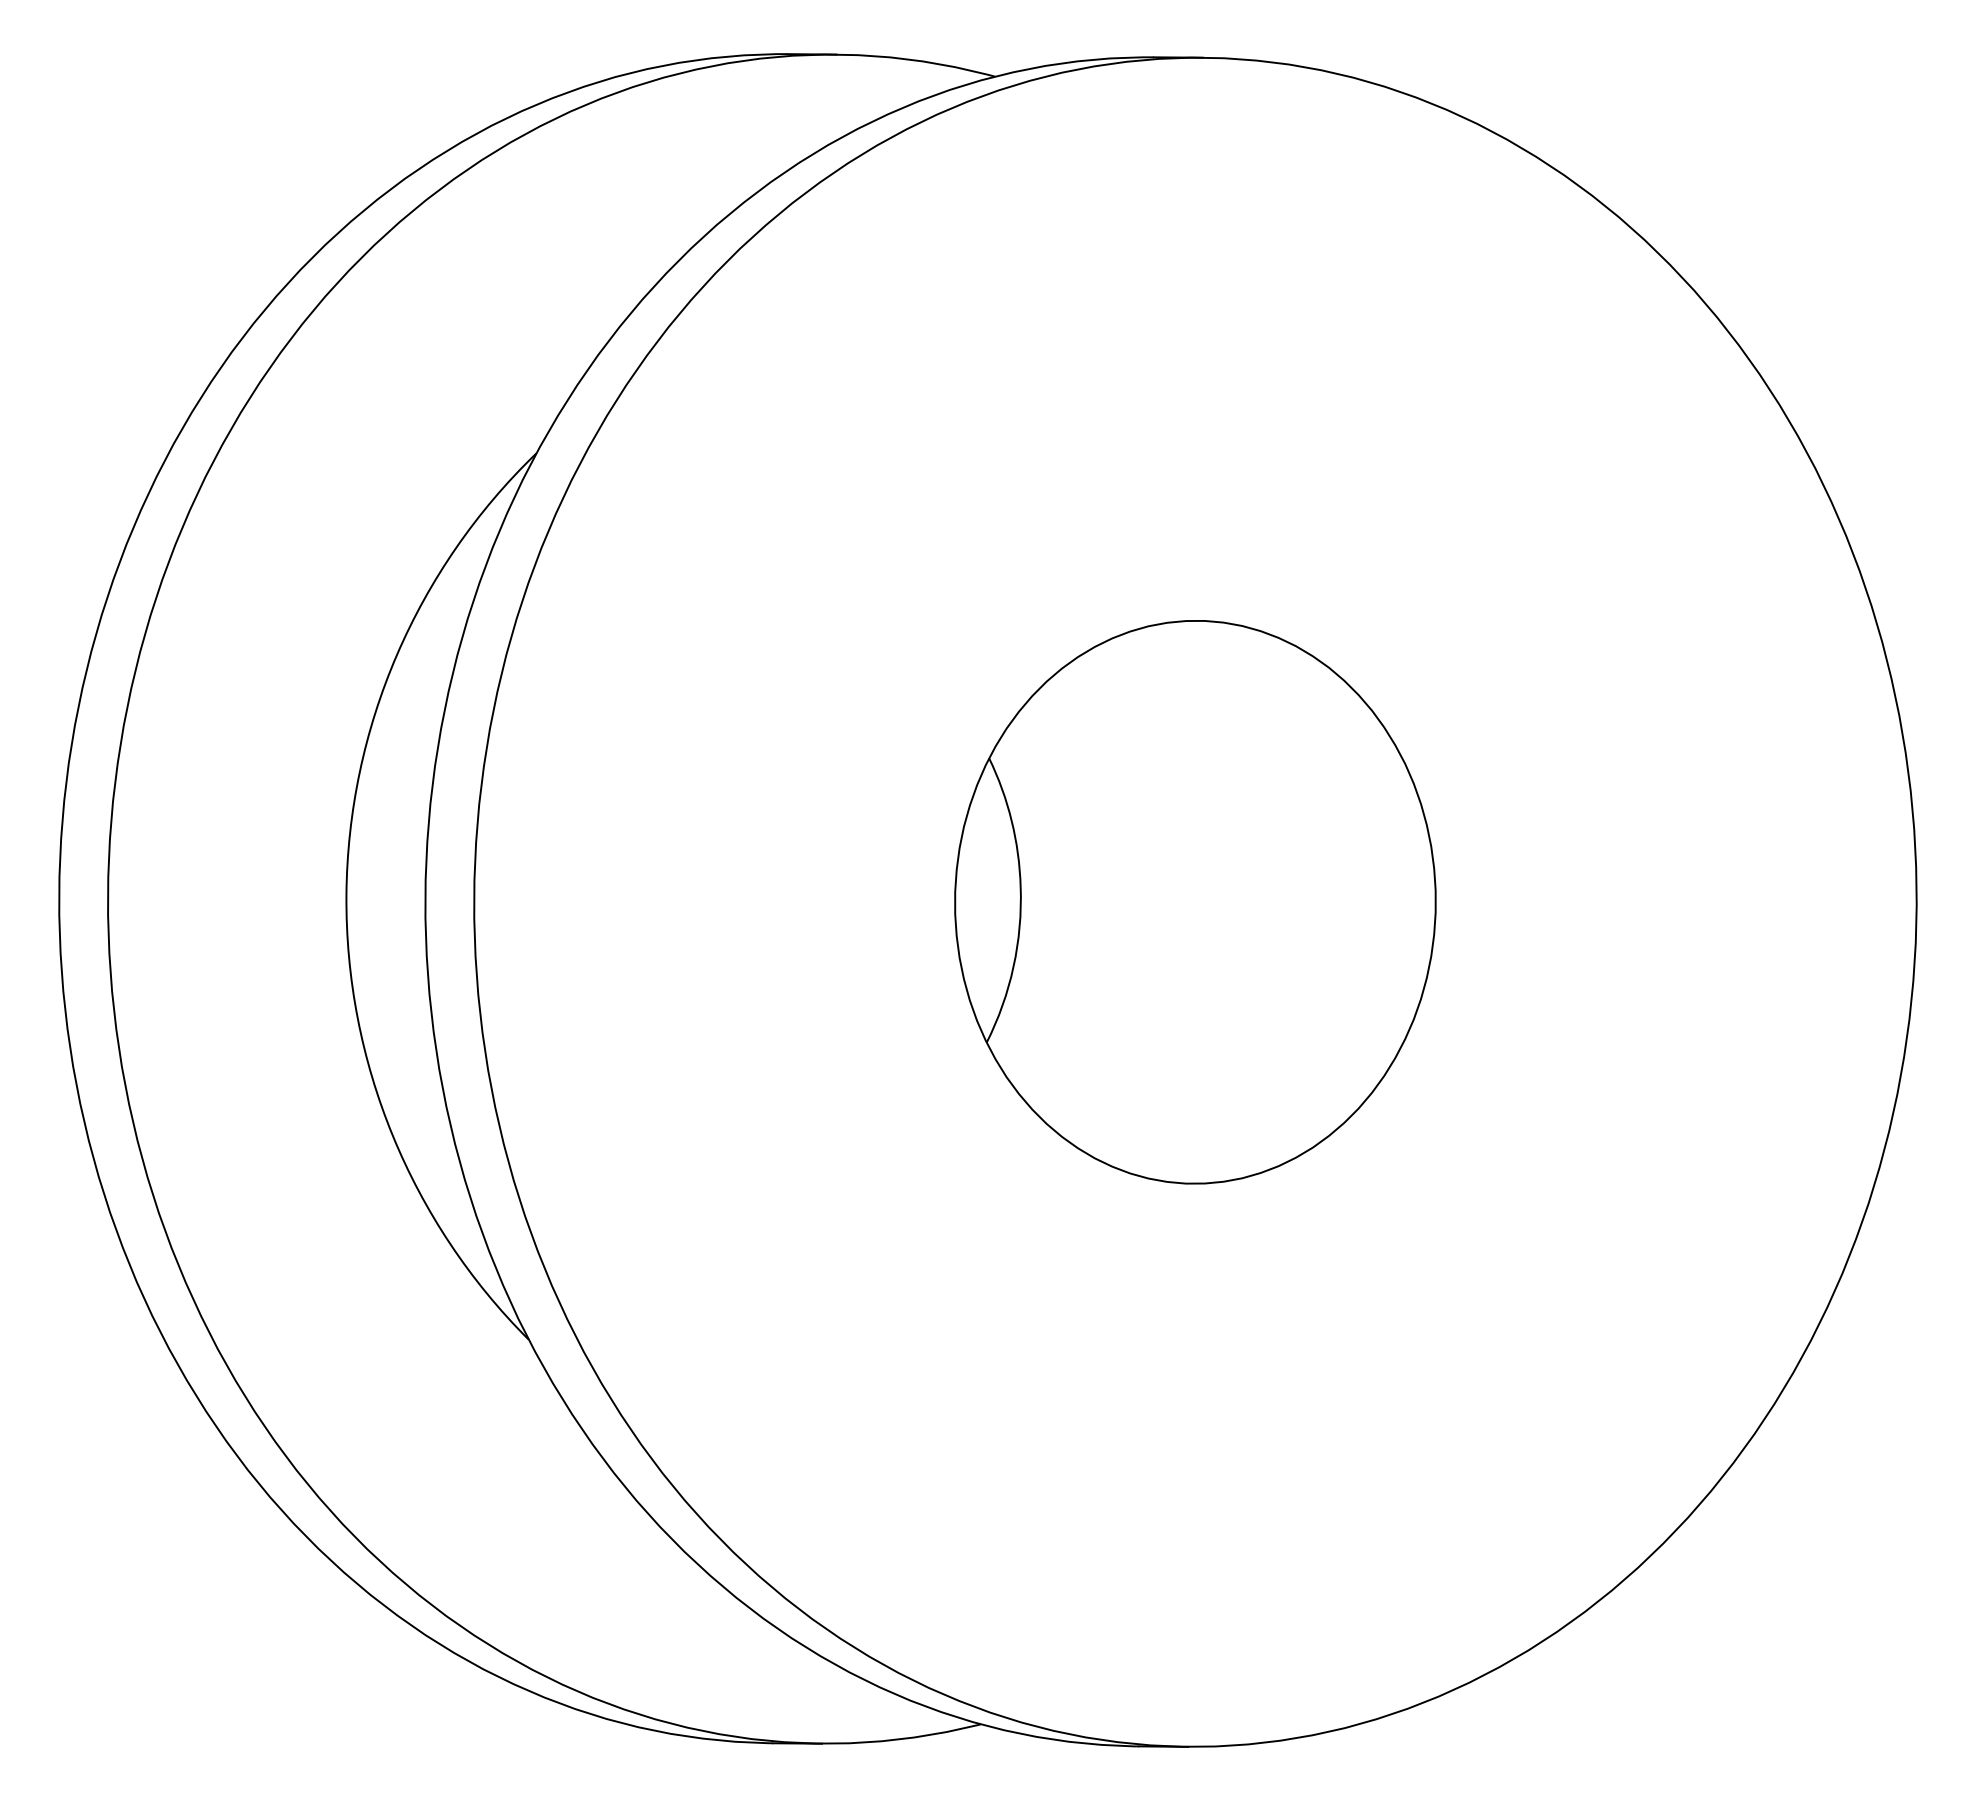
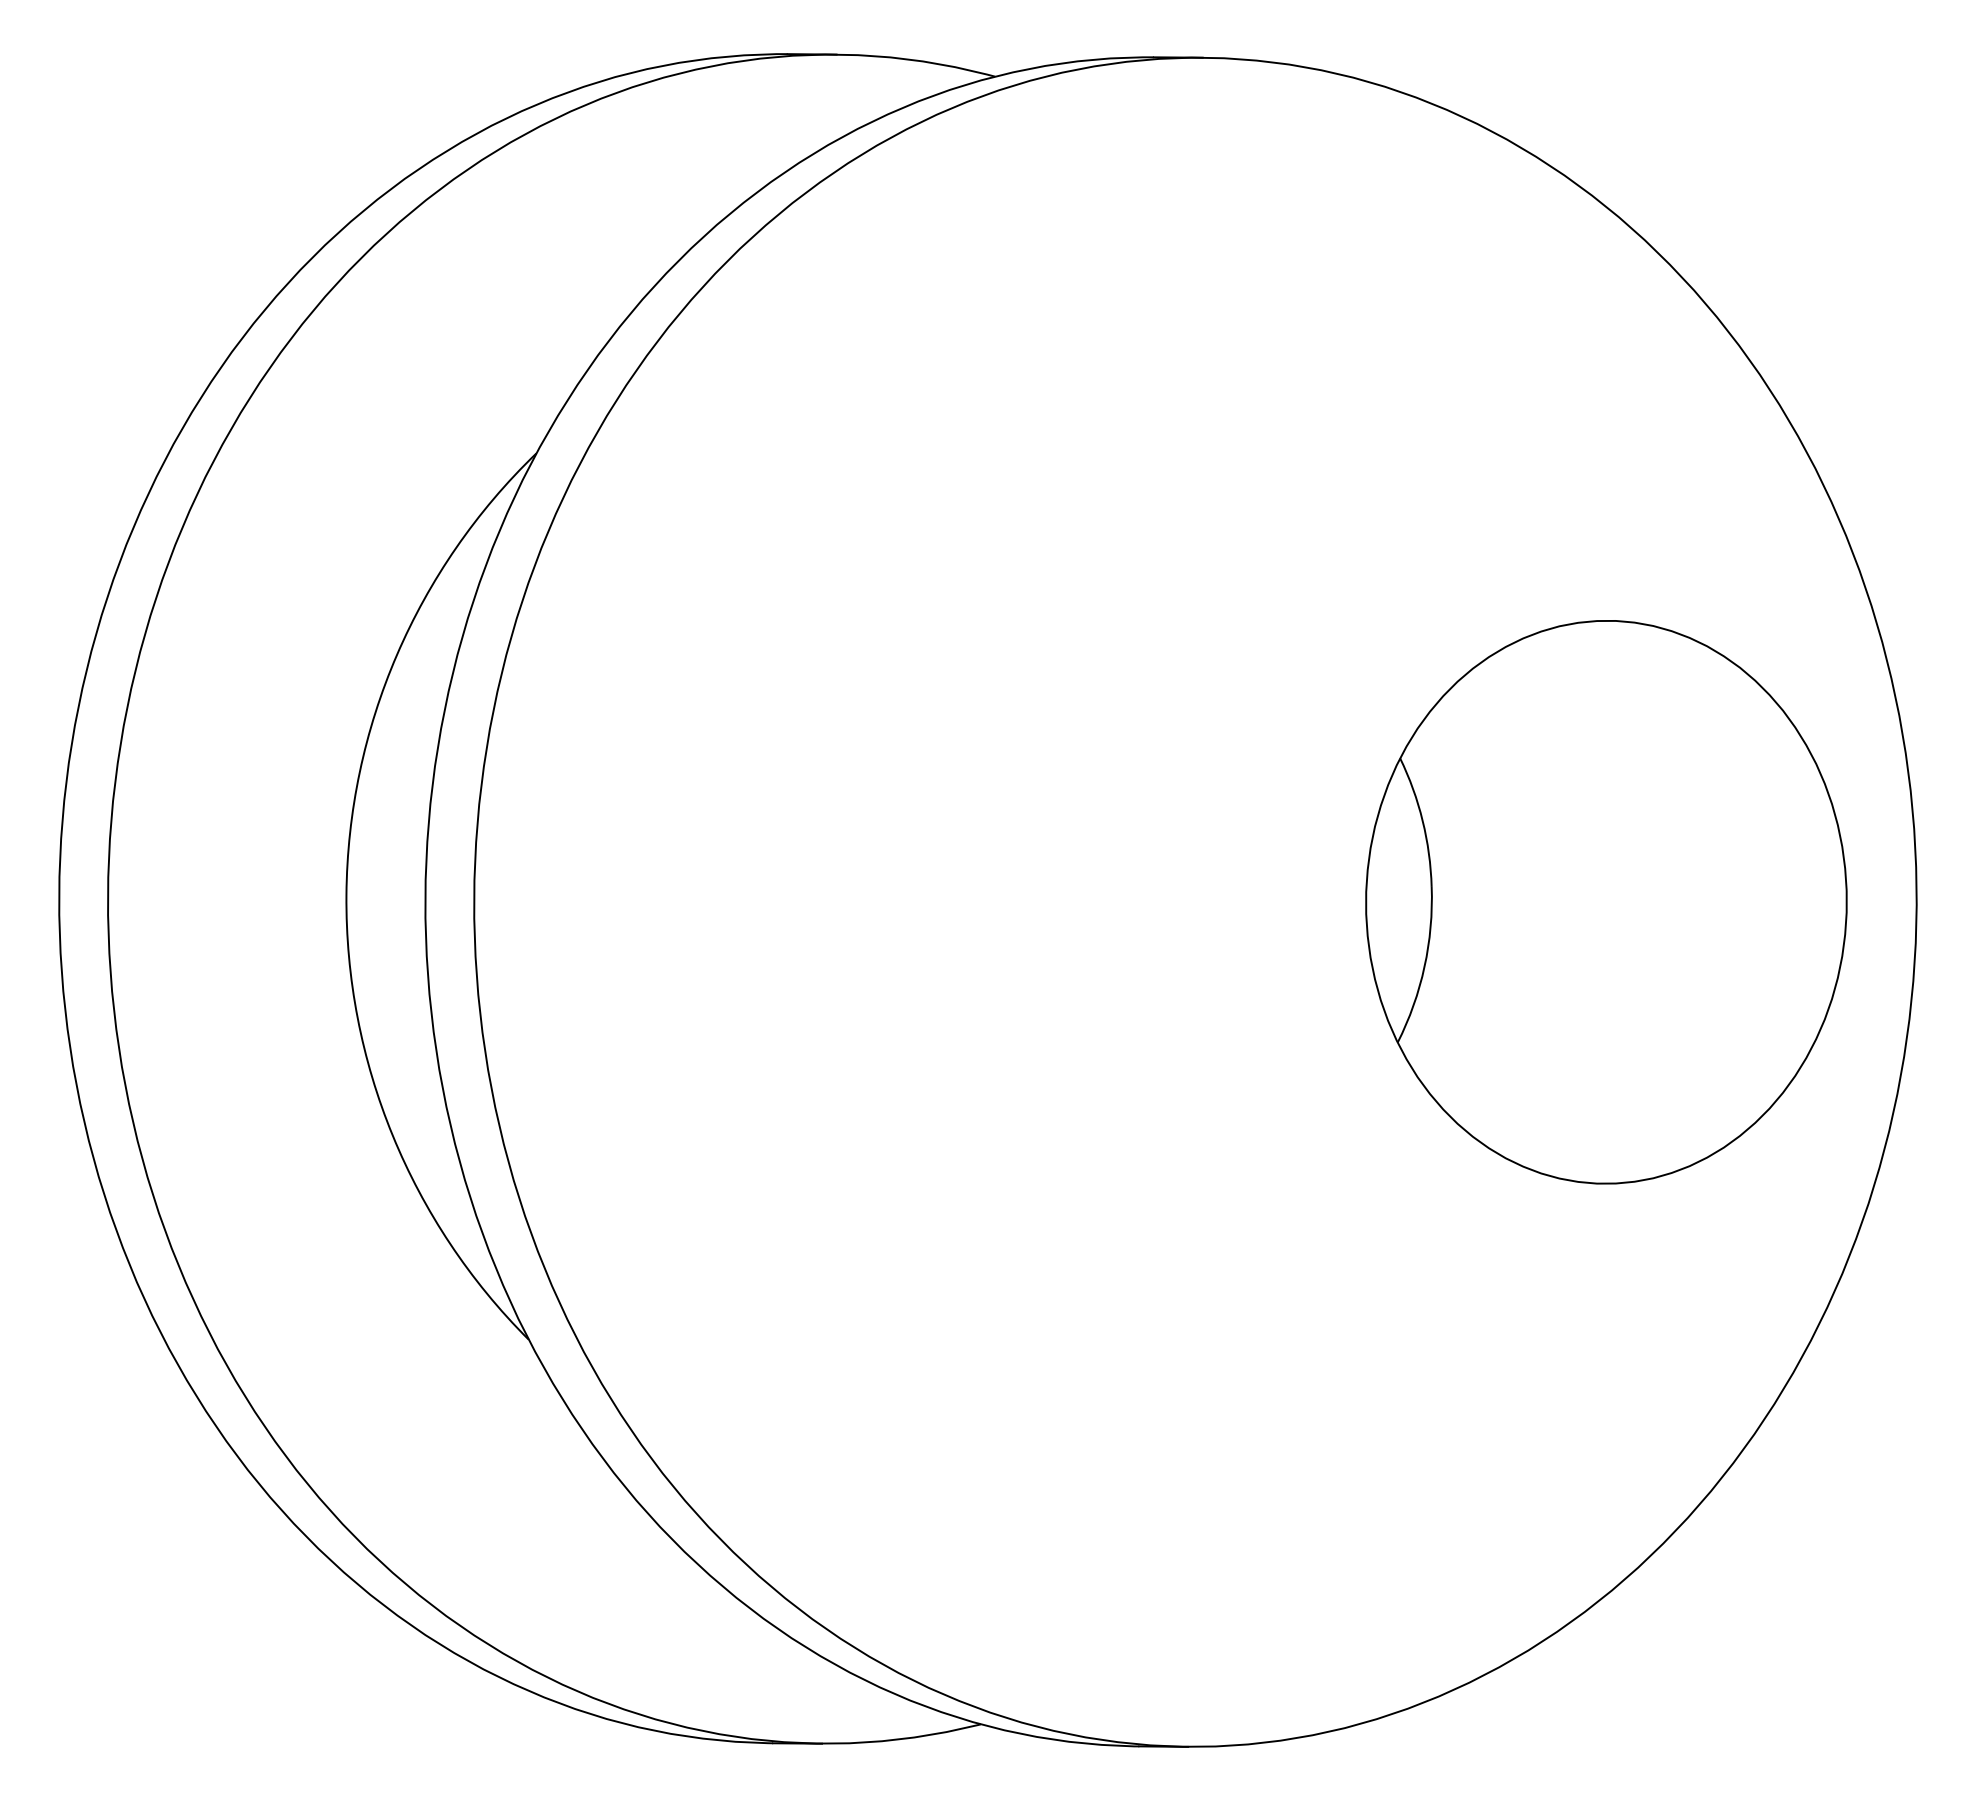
part at (1195, 902) position: (1195, 902) -> (1606, 902)
